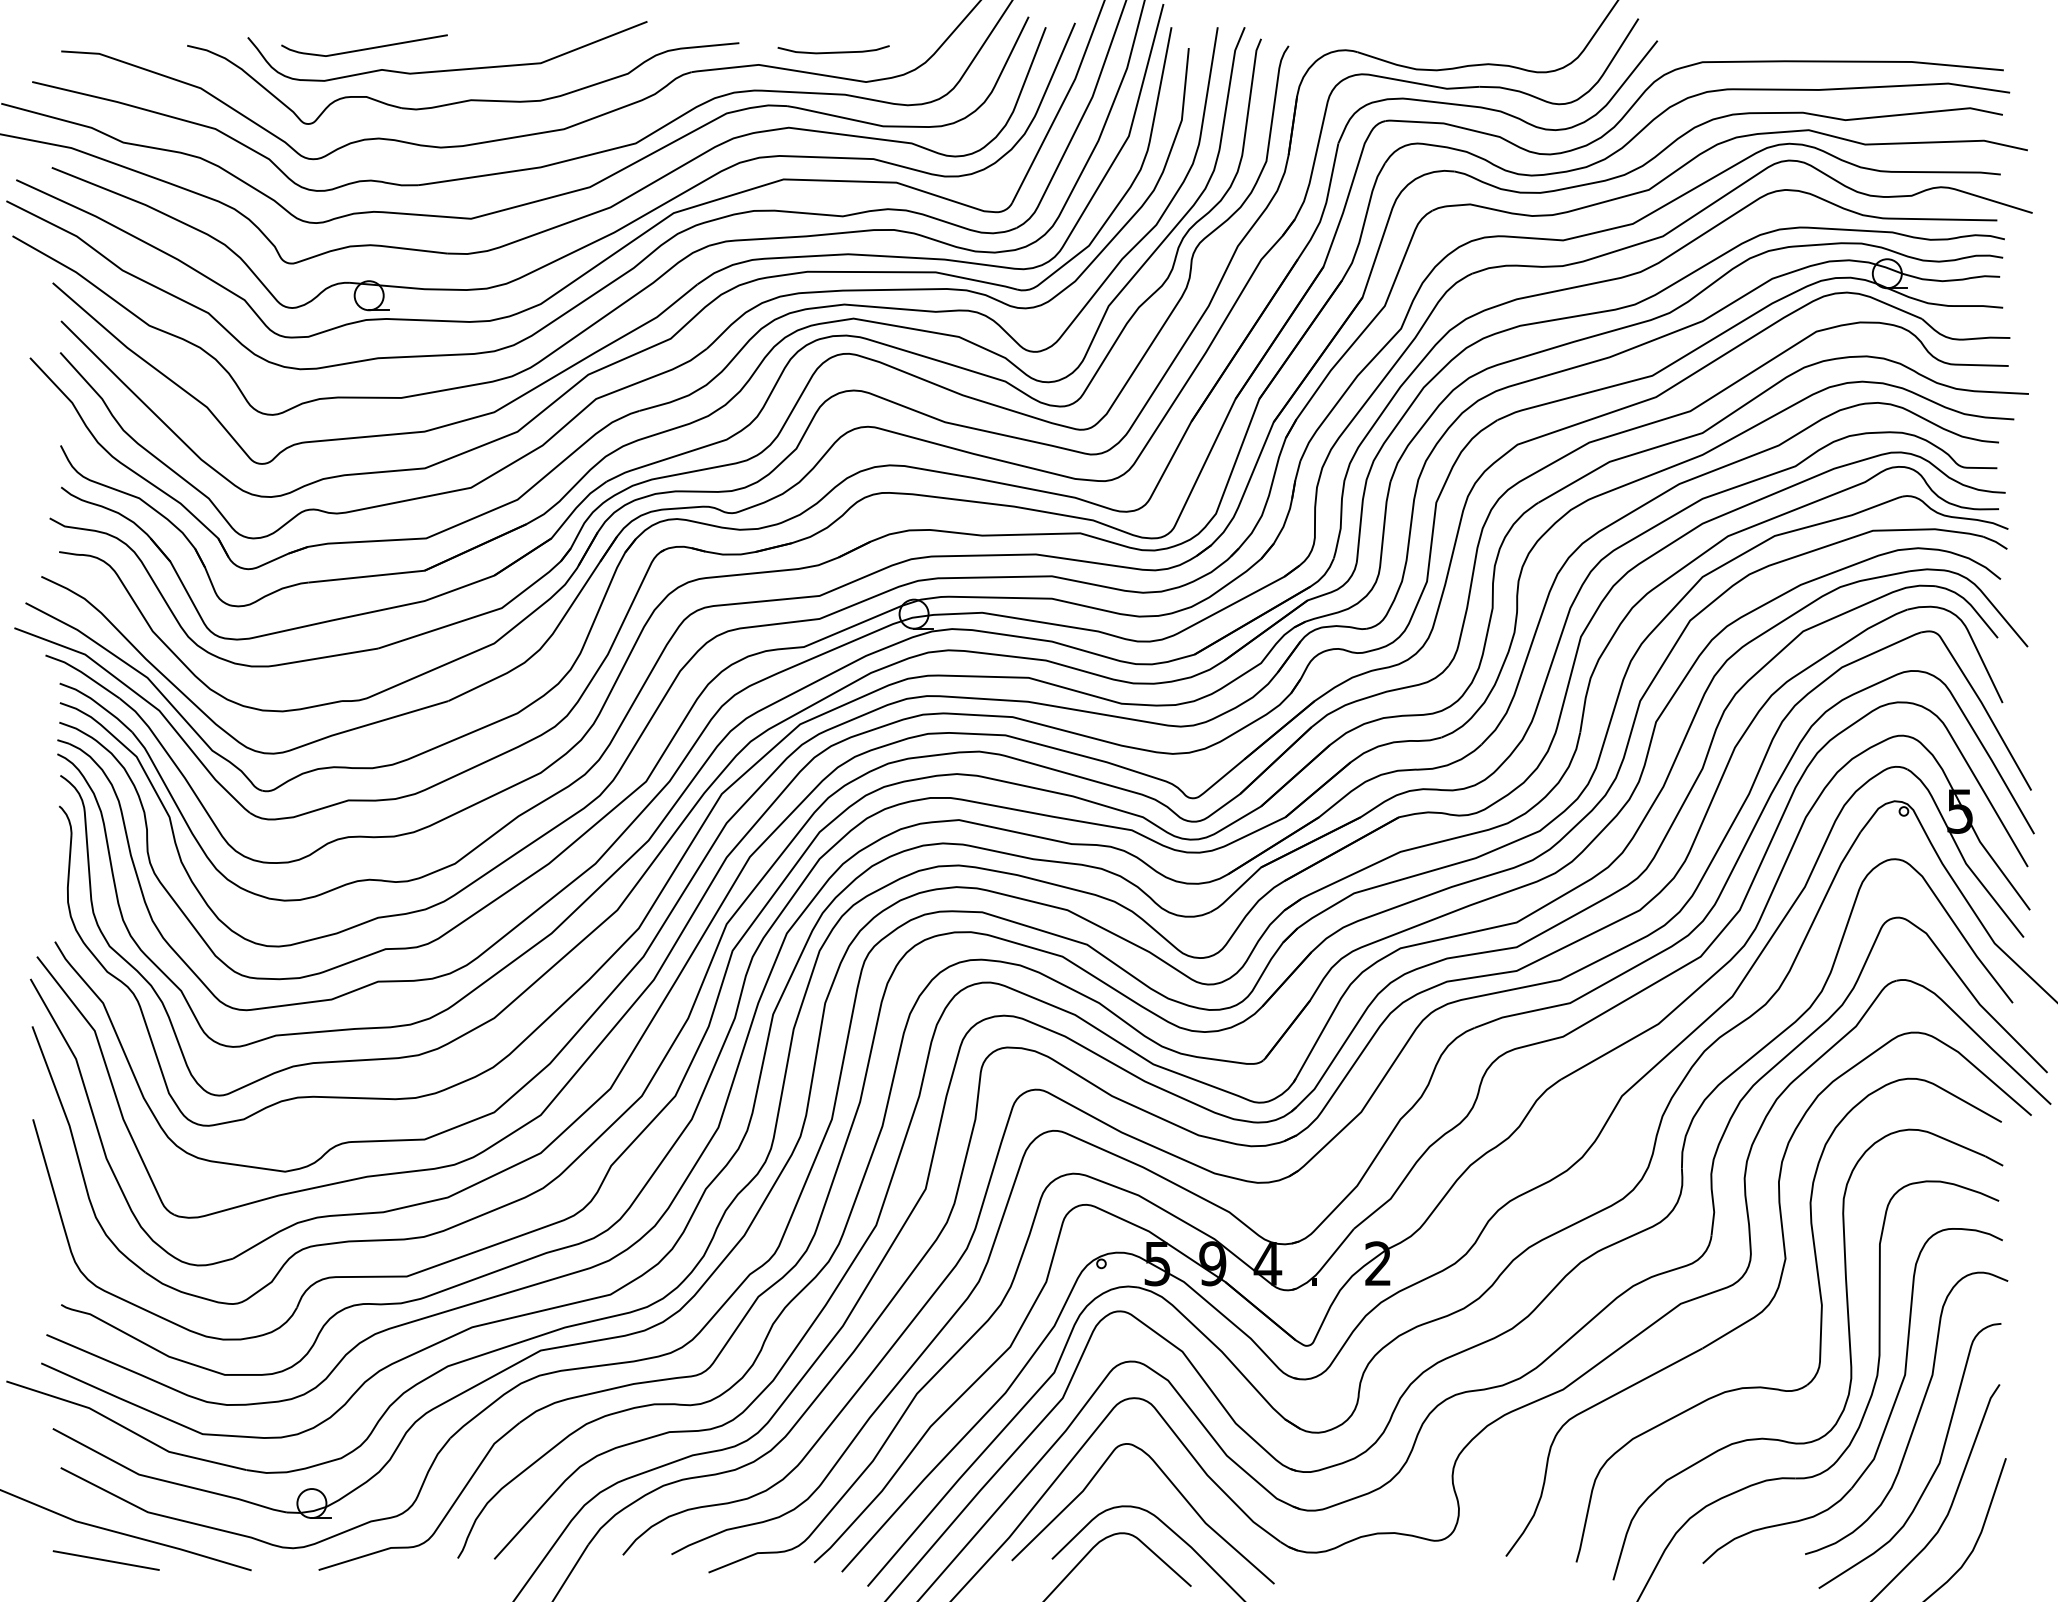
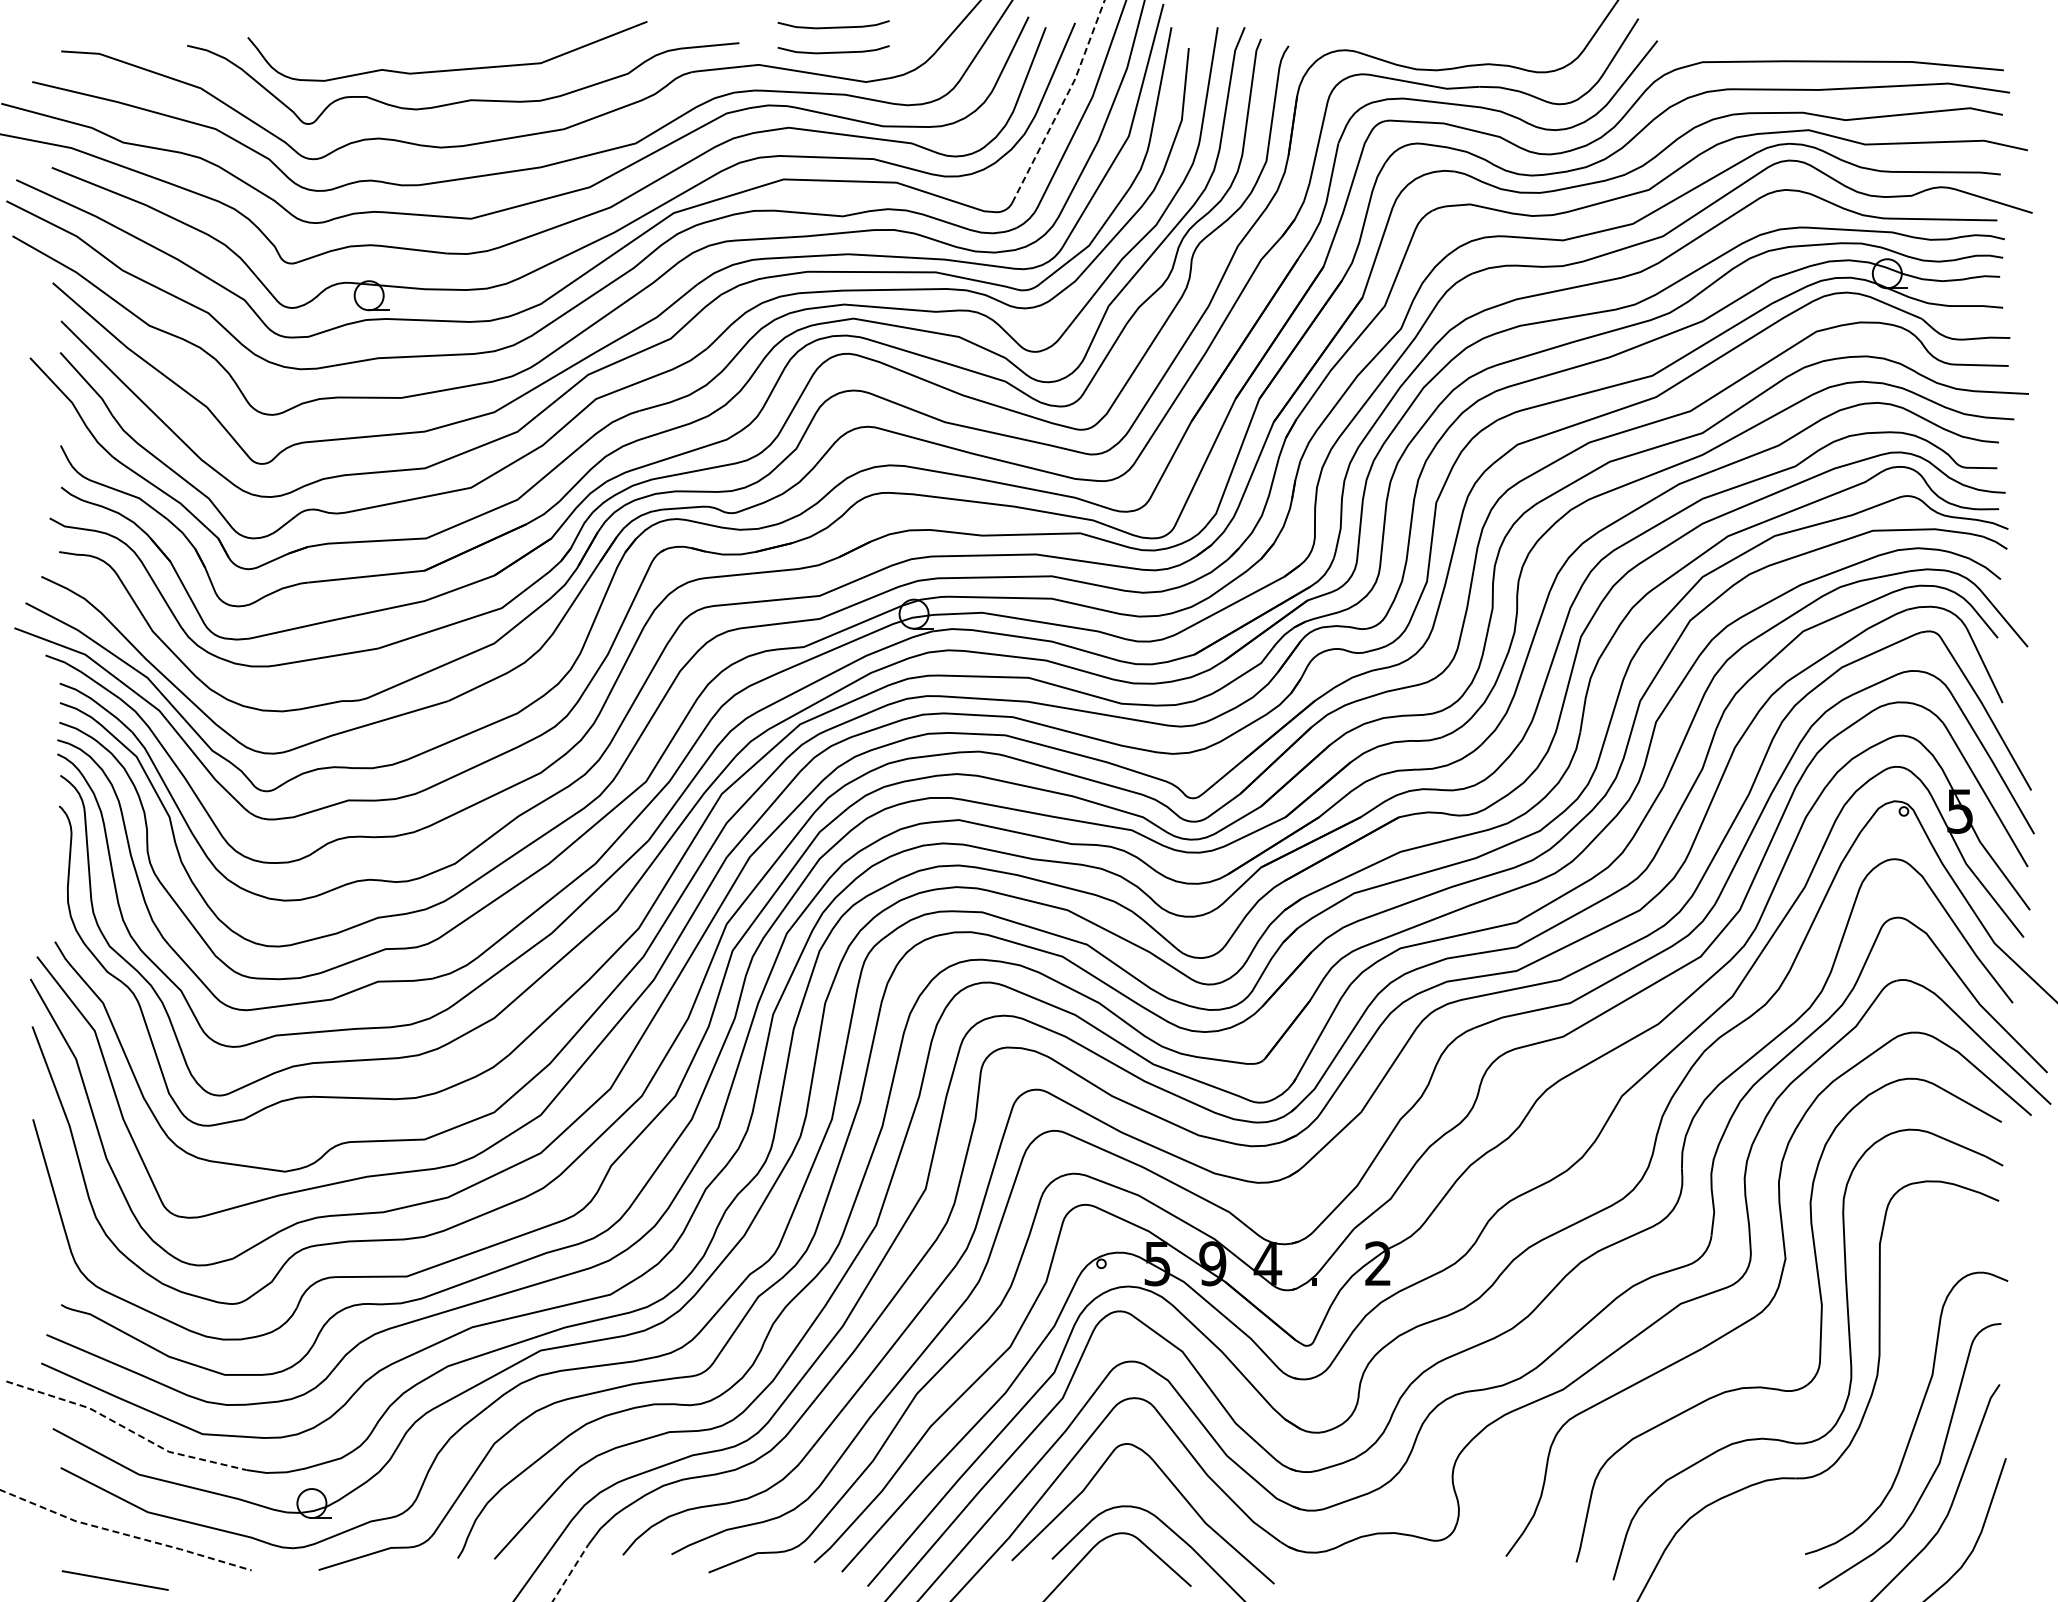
curve at (833, 26): none -> present
curve at (364, 48): present -> none
line at (1063, 103): solid -> dashed
part at (1891, 1408): present -> none
line at (126, 1428): solid -> dashed
line at (124, 1534): solid -> dashed
line at (105, 1560) position: (105, 1560) -> (114, 1580)
line at (570, 1572): solid -> dashed
